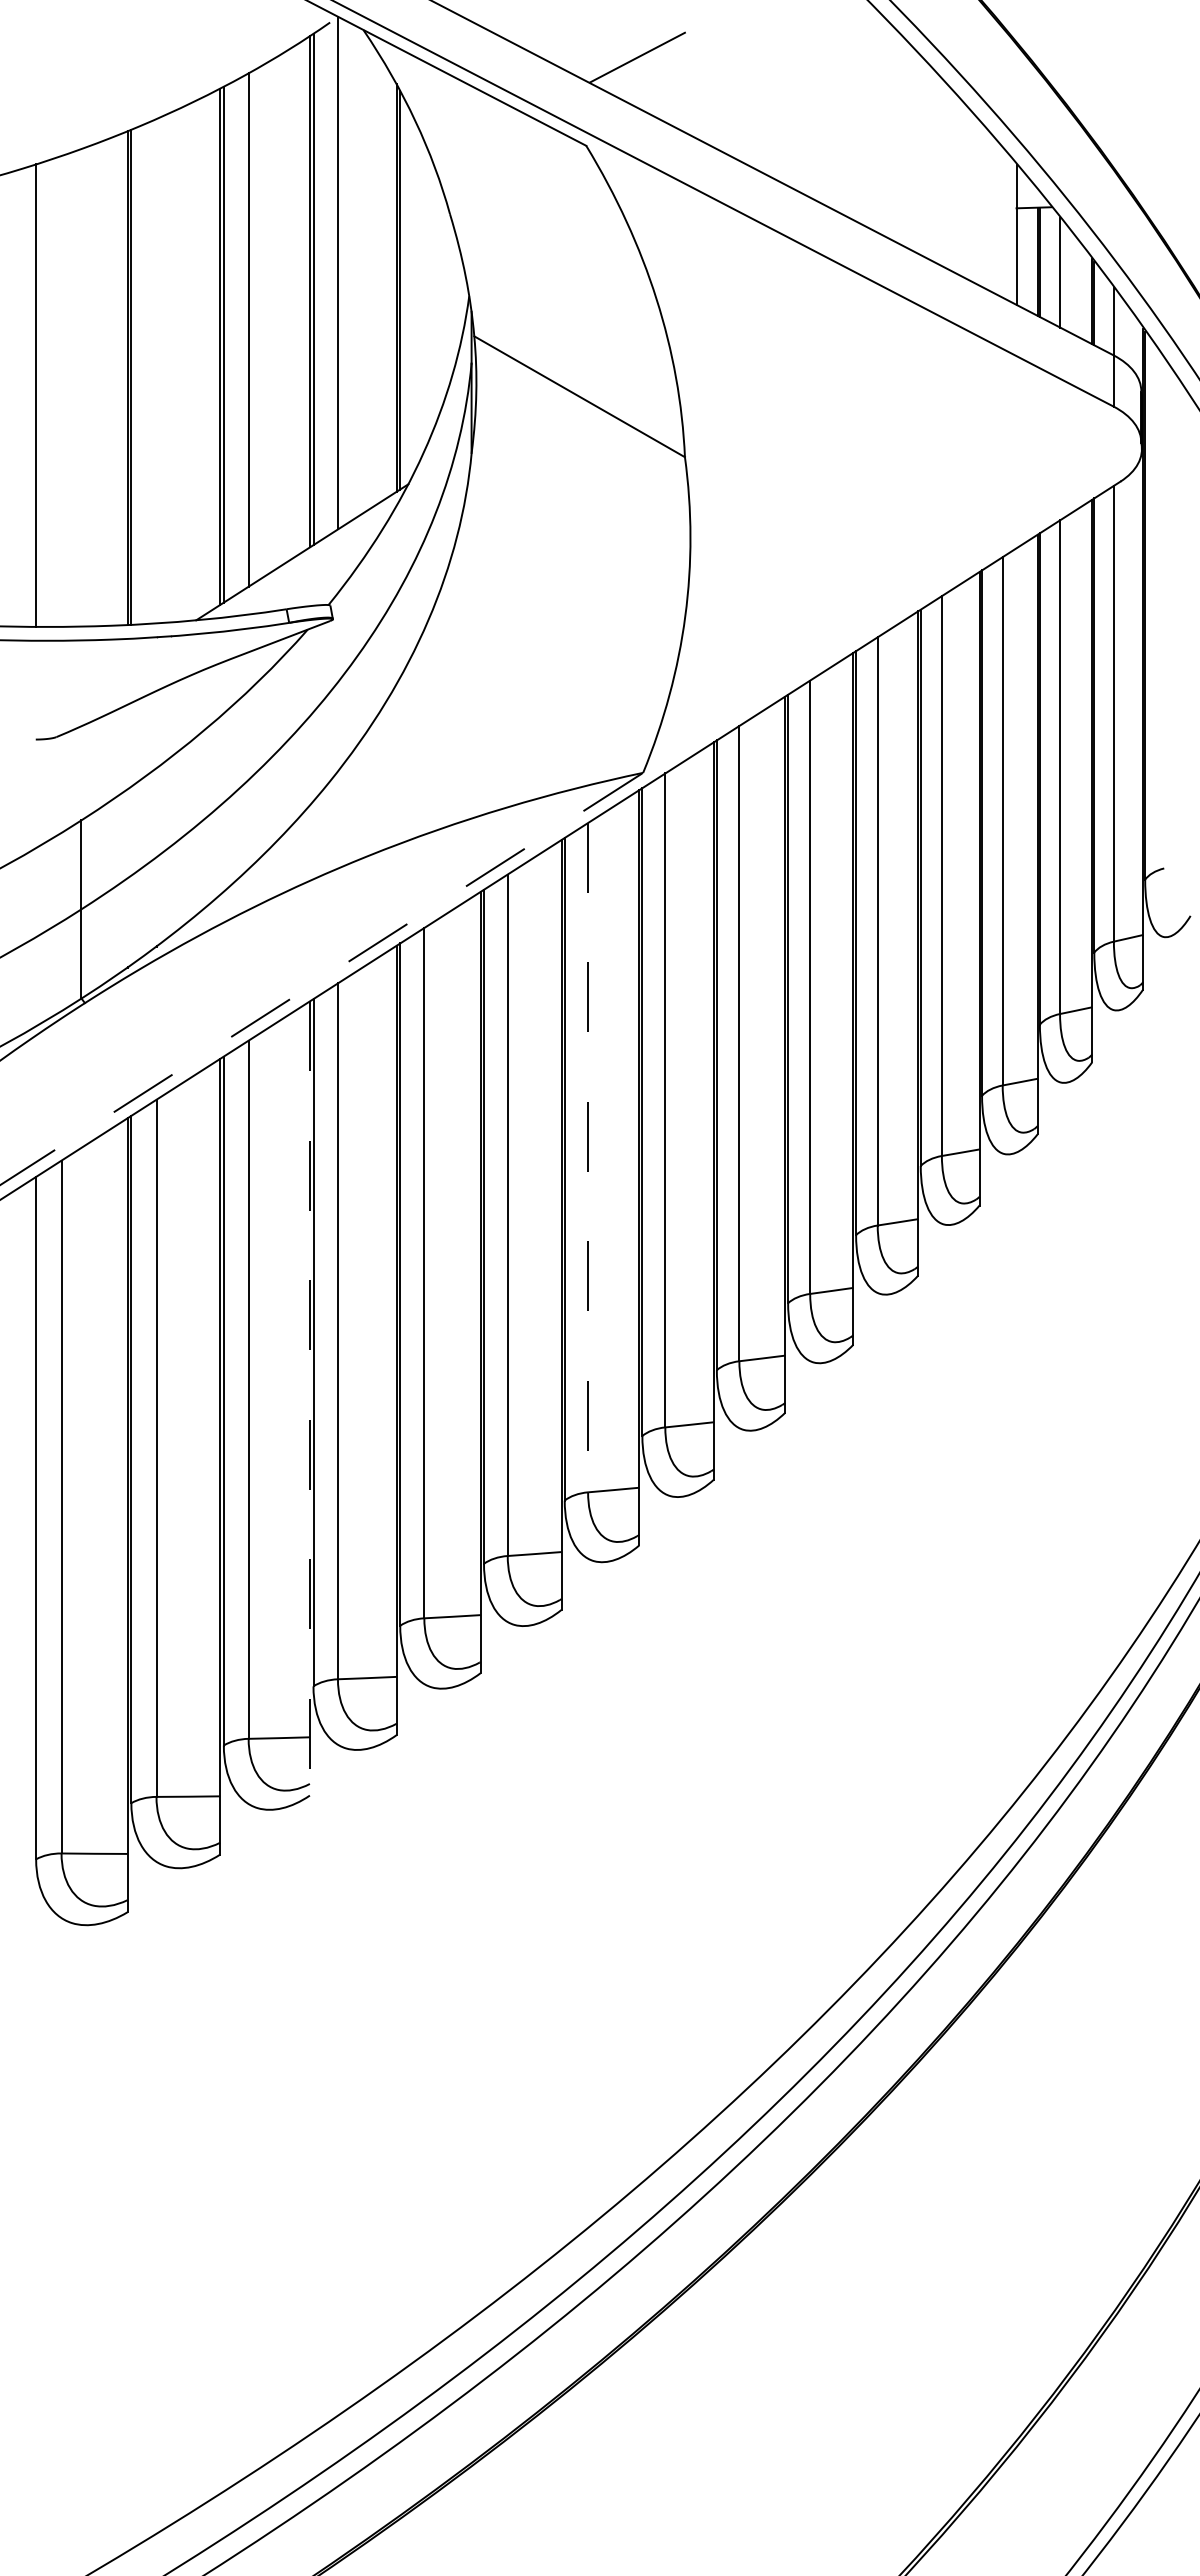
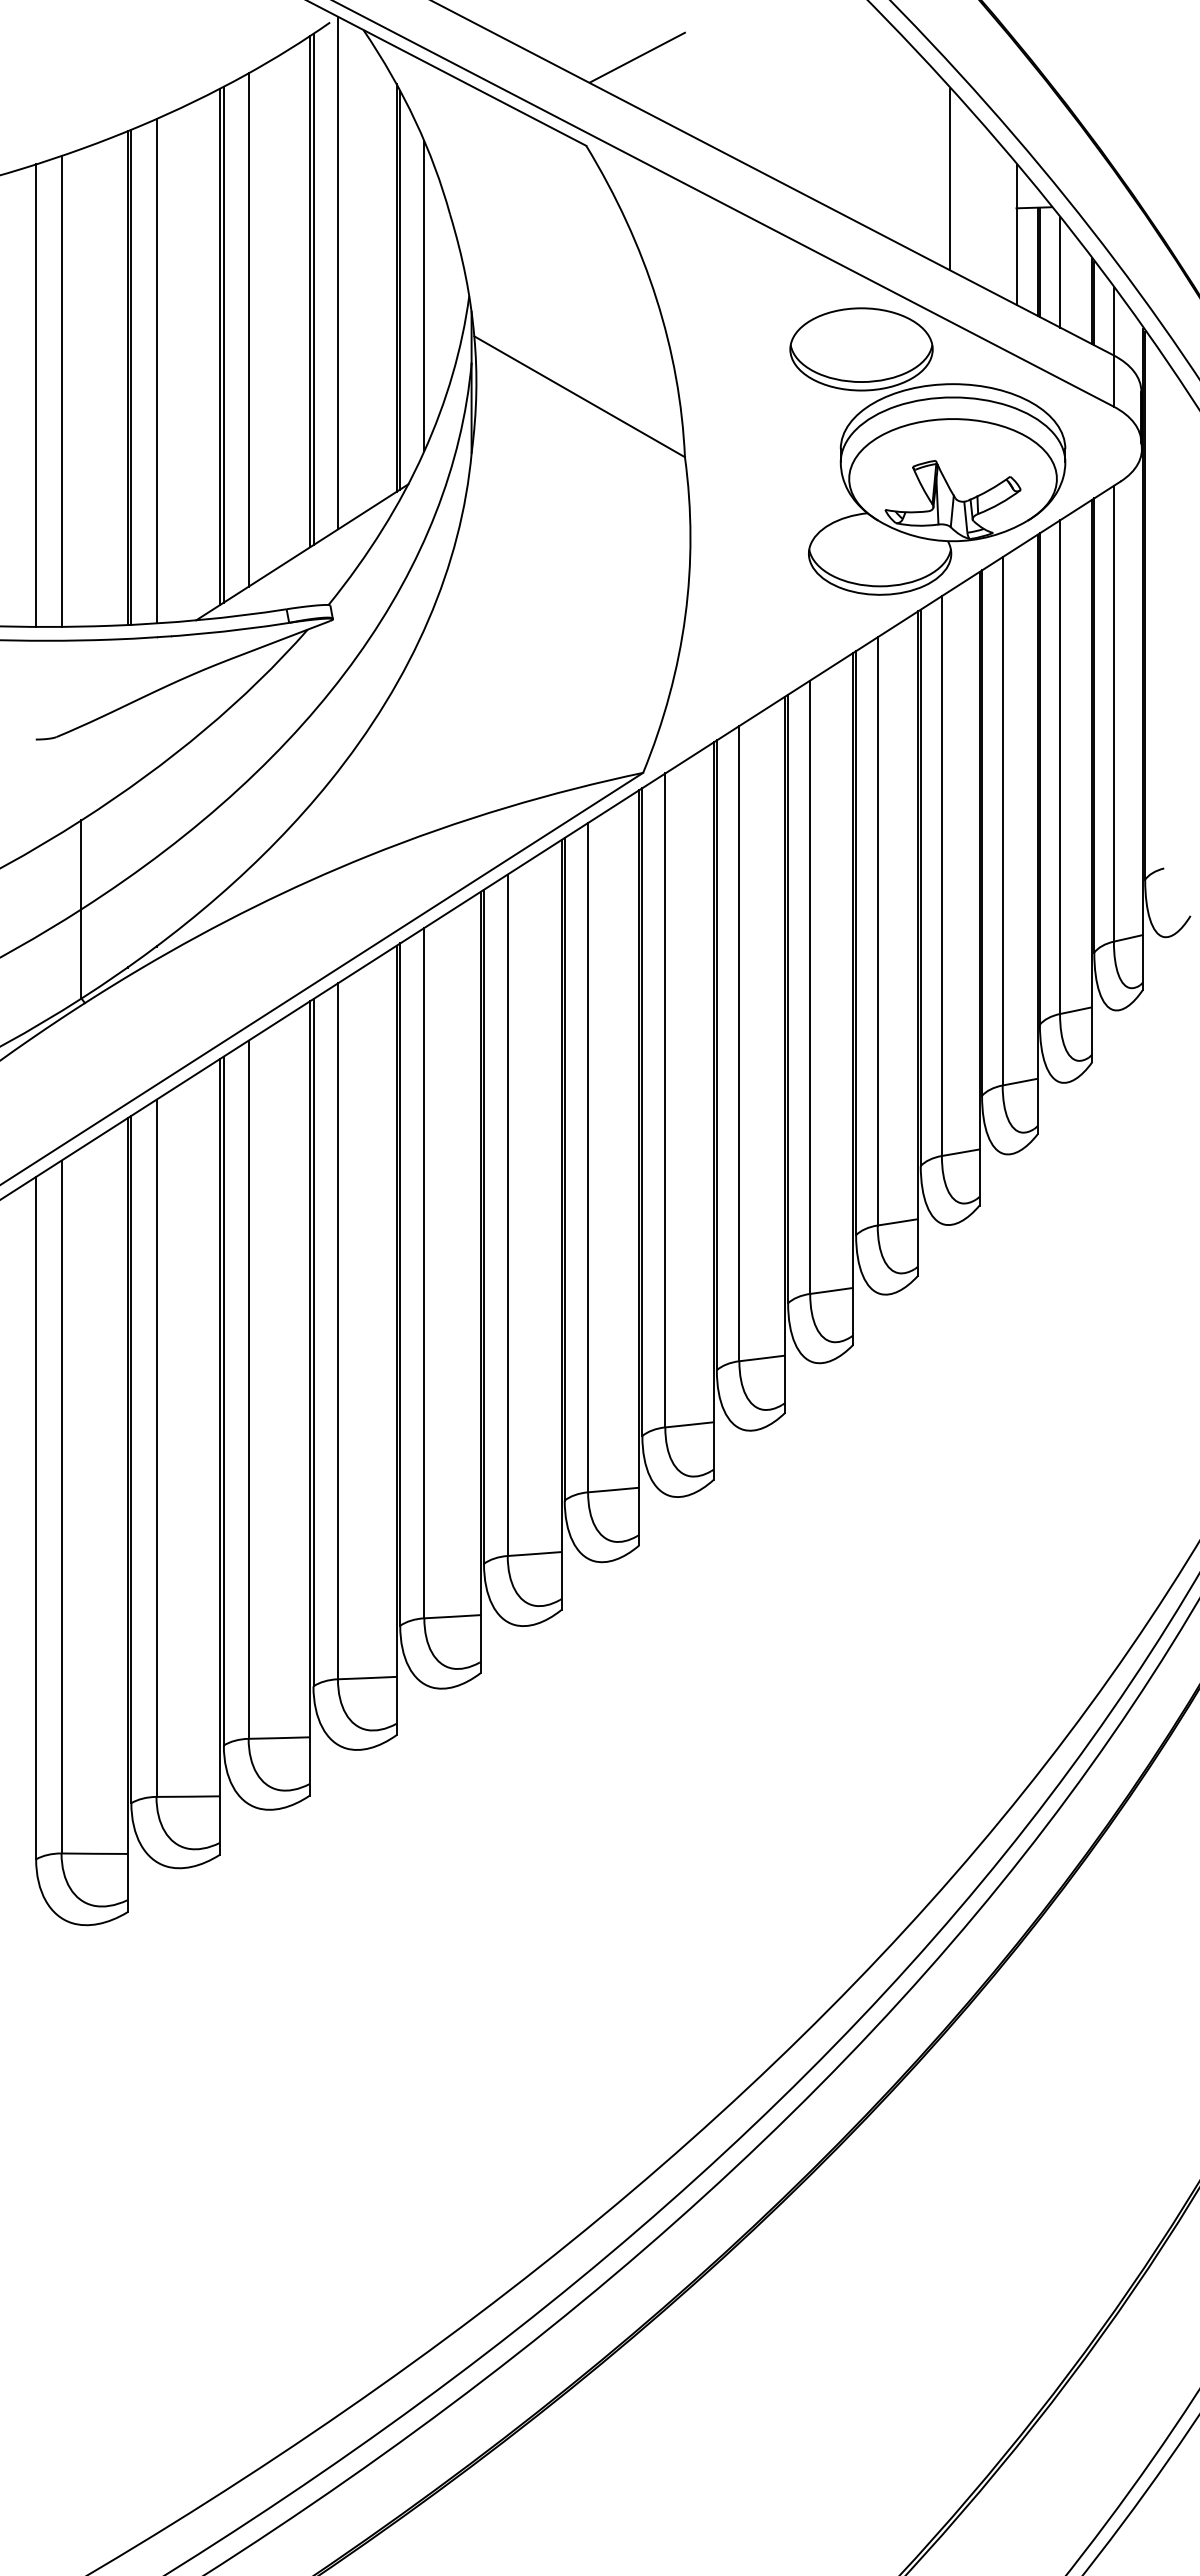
line at (950, 179): none -> present
line at (424, 295): none -> present
line at (156, 371): none -> present
line at (61, 391): none -> present
part at (927, 451): none -> present
line at (321, 978): dashed -> solid
line at (588, 1157): dashed -> solid
line at (309, 1399): dashed -> solid
